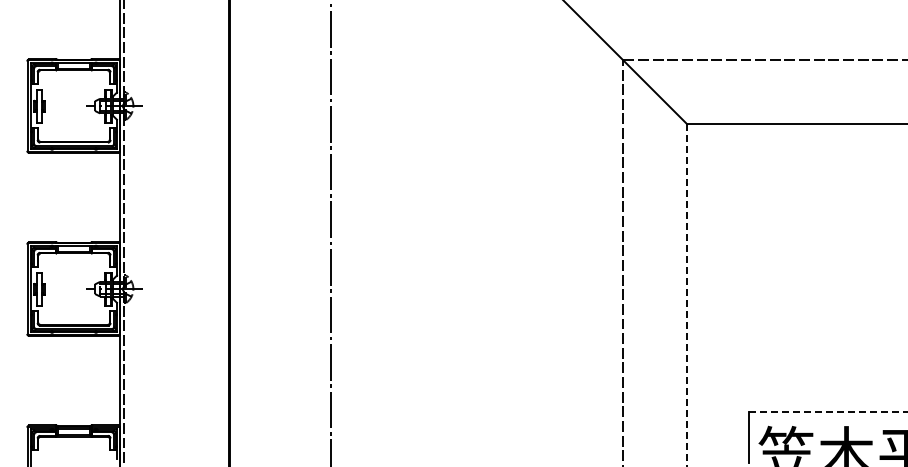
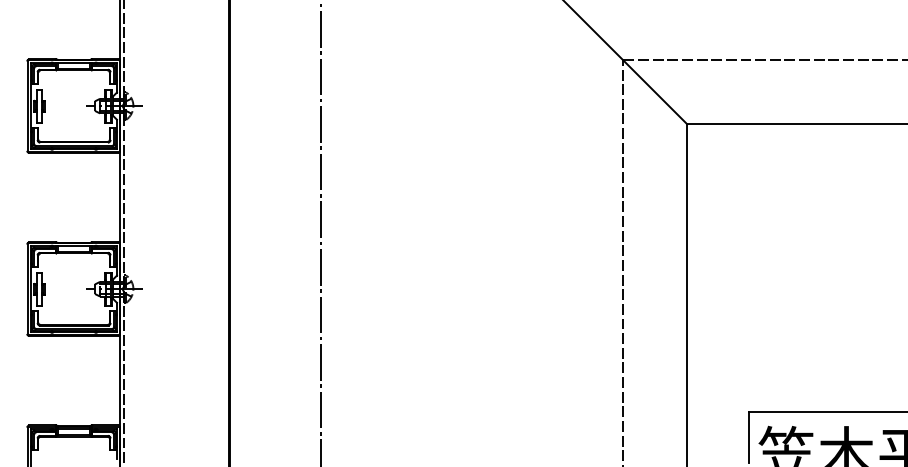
line at (331, 232) position: (331, 232) -> (321, 232)
line at (687, 295): dashed -> solid
line at (828, 411): dashed -> solid
